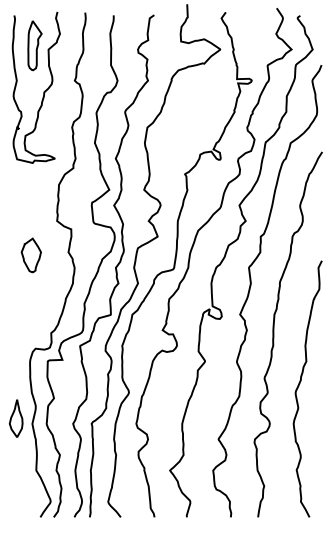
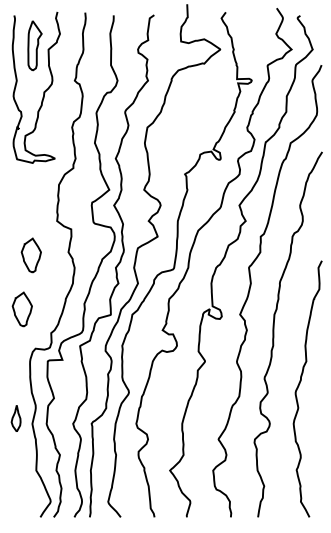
part at (21, 309): none -> present
part at (15, 418) size: 16x39 px -> 12x27 px
